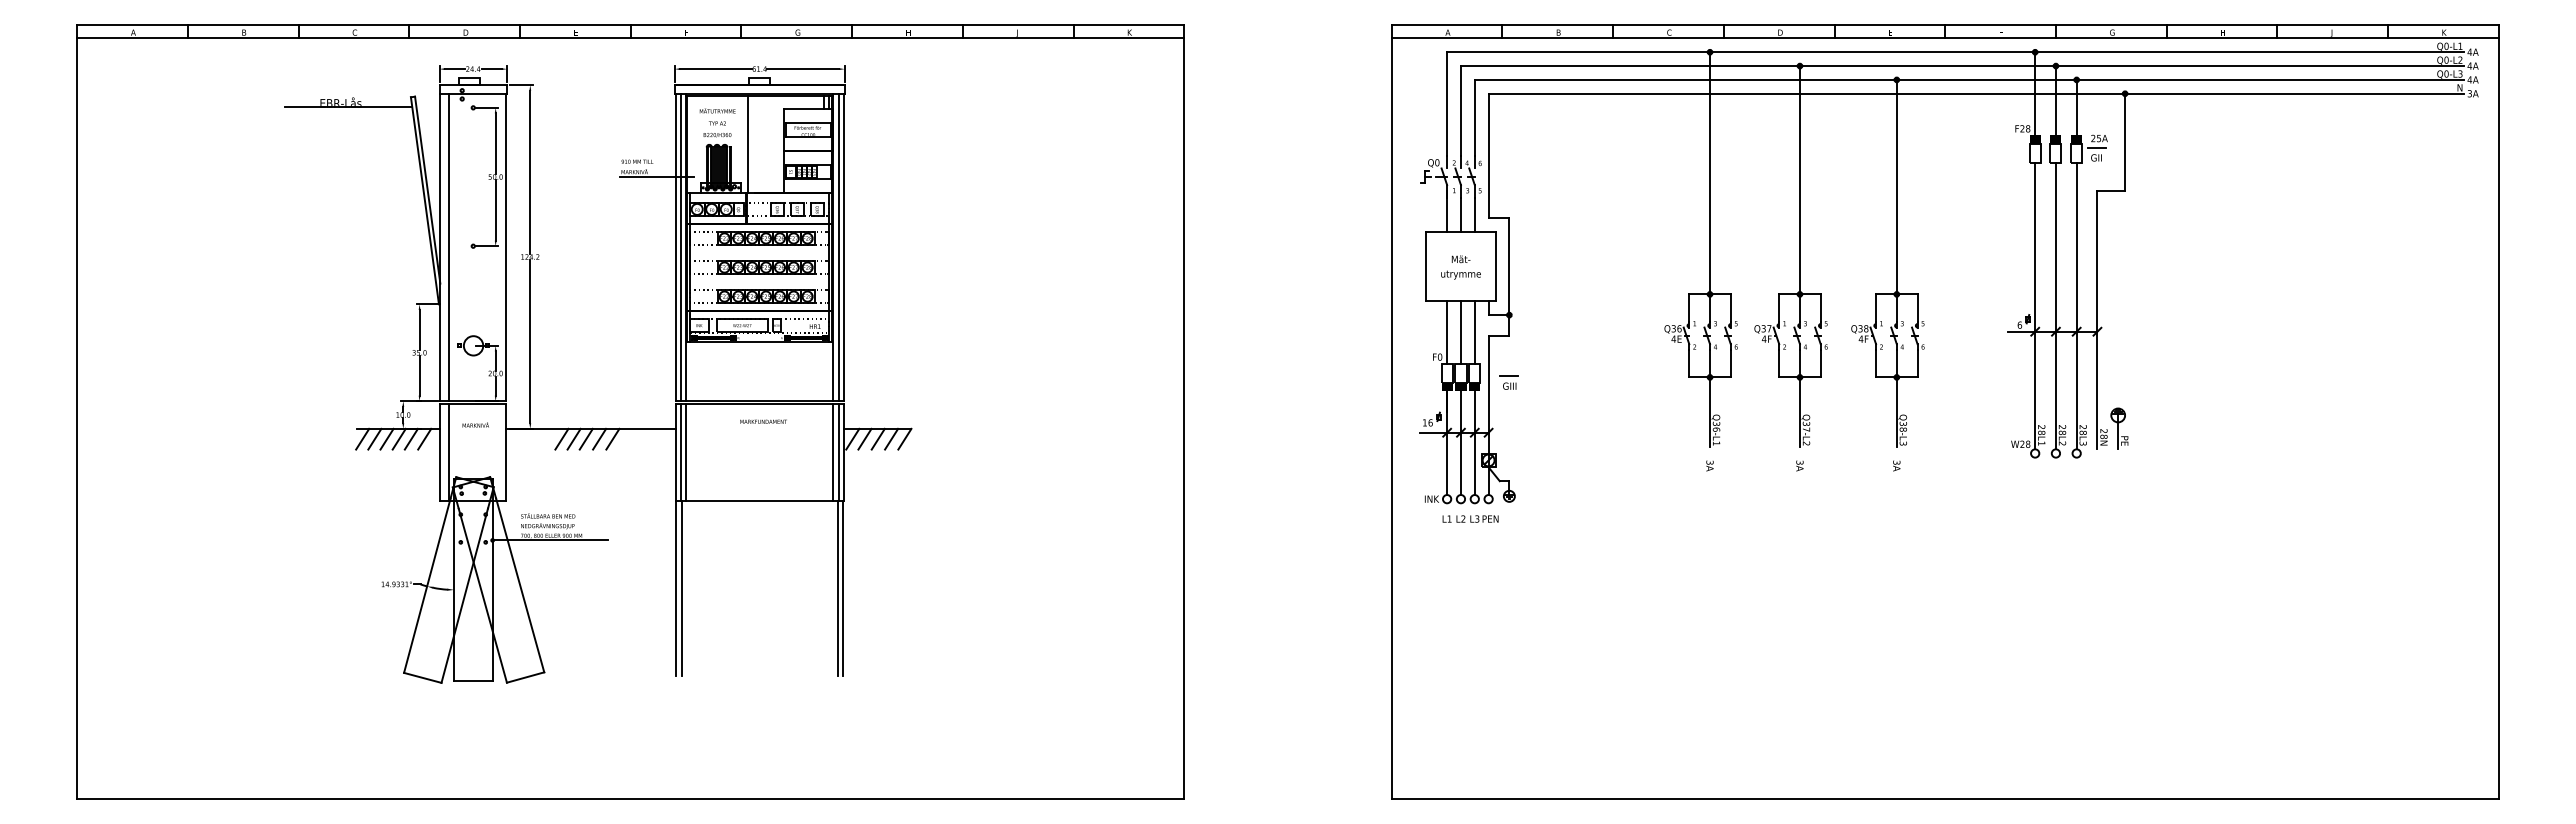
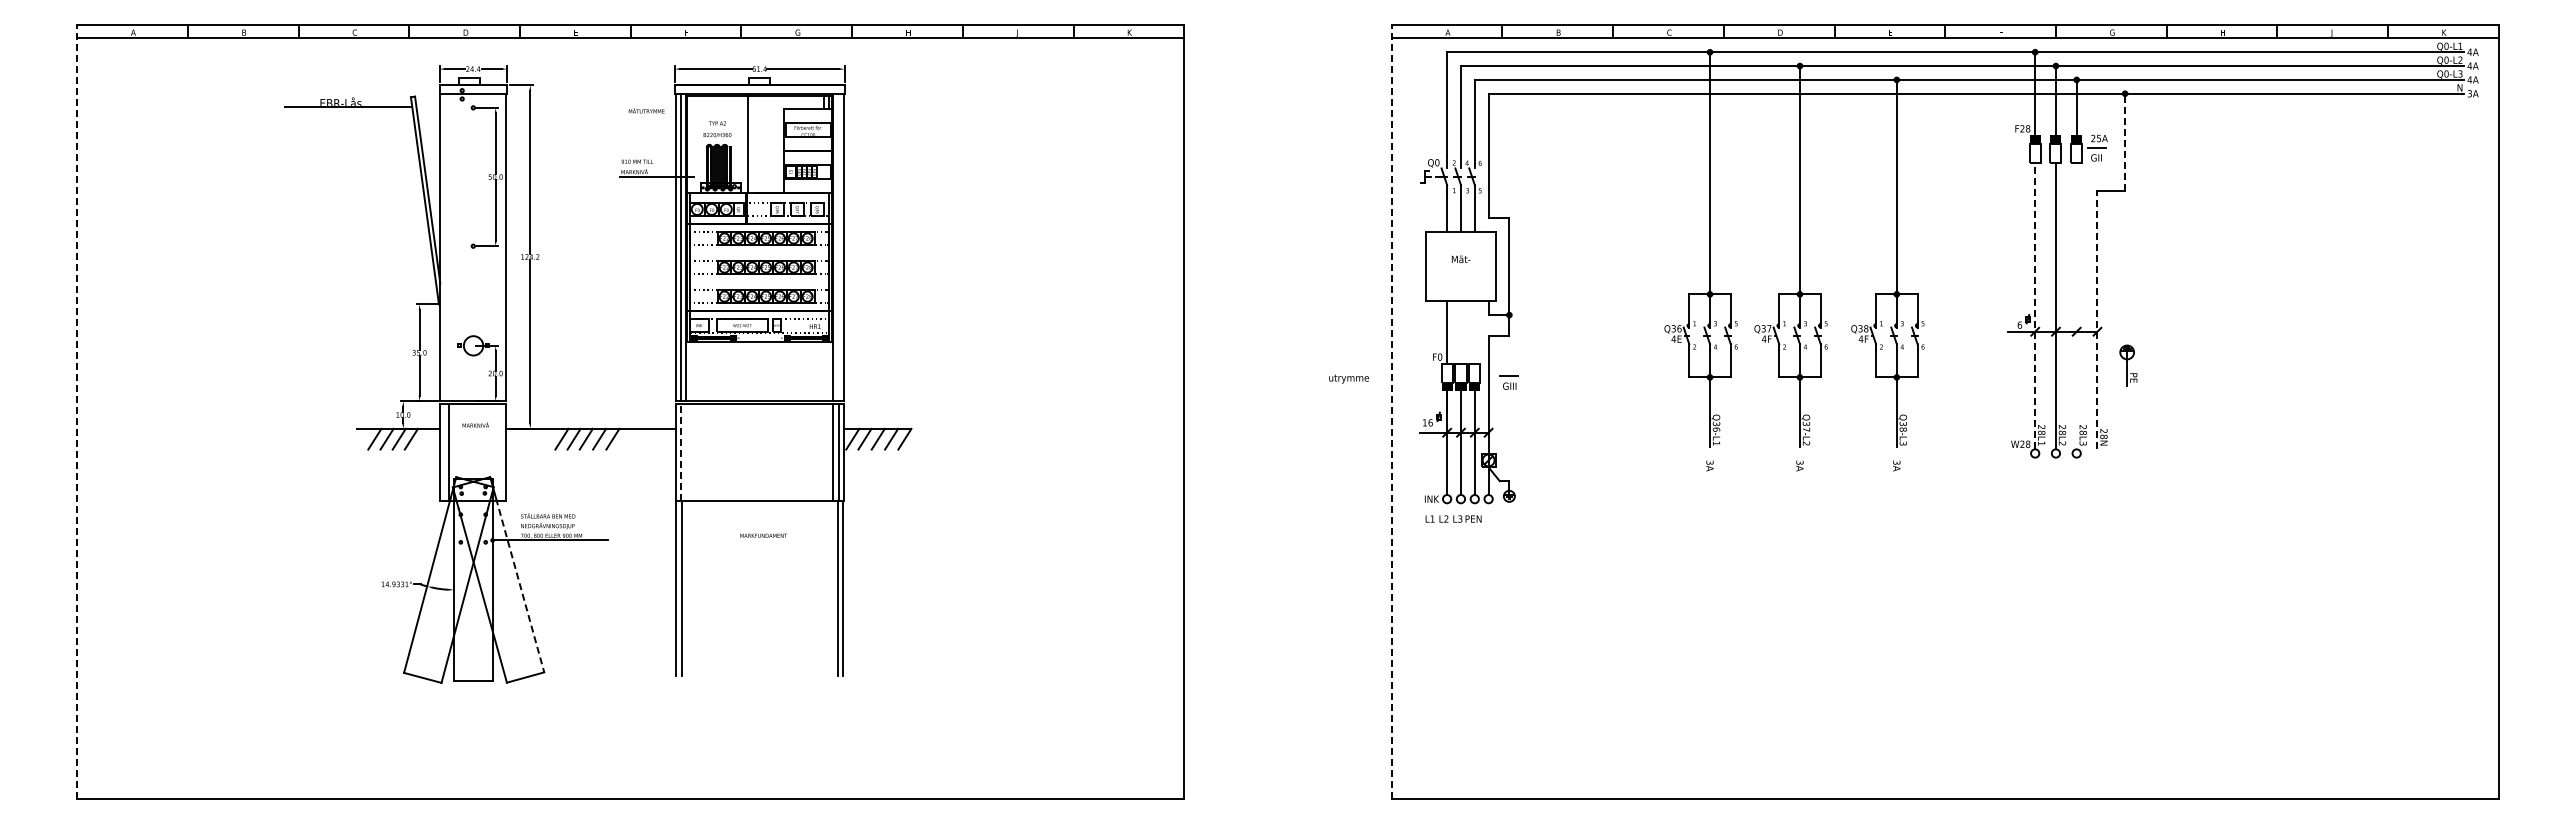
text at (717, 110) position: (717, 110) -> (646, 110)
line at (2125, 141): solid -> dashed
line at (448, 247): present -> none
line at (838, 247): present -> none
text at (1460, 274) position: (1460, 274) -> (1348, 378)
line at (2035, 305): solid -> dashed
line at (2076, 305): present -> none
line at (2097, 319): solid -> dashed
line at (1460, 332): present -> none
line at (1474, 332): present -> none
line at (77, 411): solid -> dashed
line at (1391, 411): solid -> dashed
text at (763, 421) position: (763, 421) -> (763, 535)
part at (2119, 428) position: (2119, 428) -> (2128, 365)
line at (362, 438): present -> none
line at (424, 438): present -> none
line at (680, 451): solid -> dashed
line at (686, 451): present -> none
text at (1470, 518) position: (1470, 518) -> (1453, 518)
line at (520, 585): solid -> dashed
